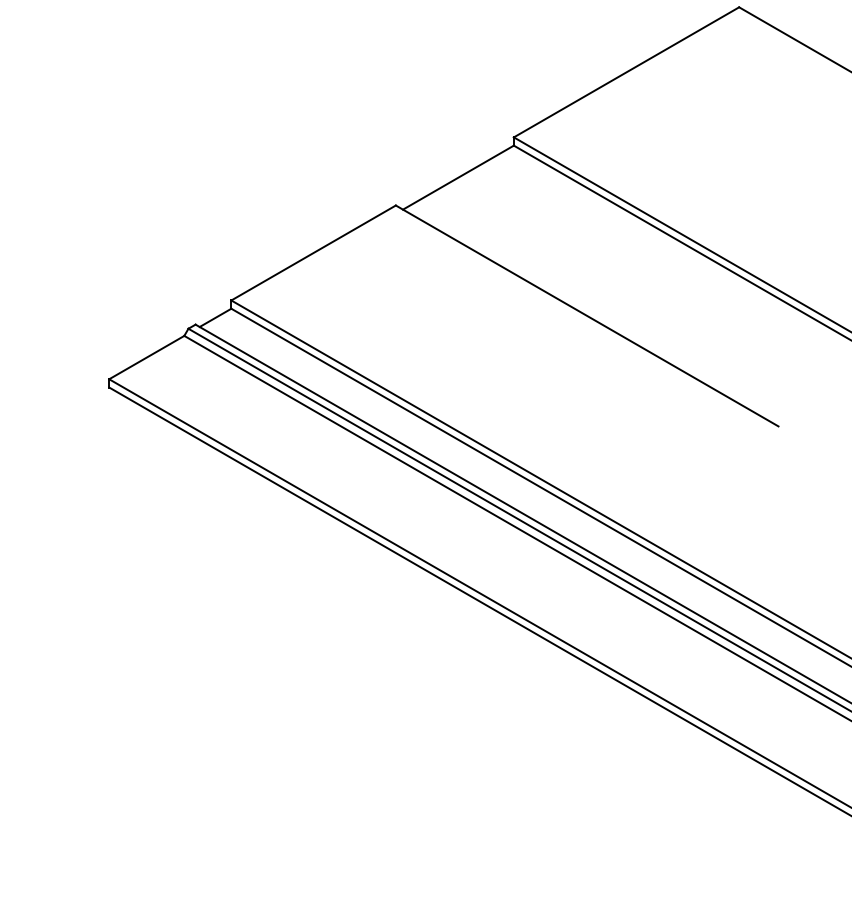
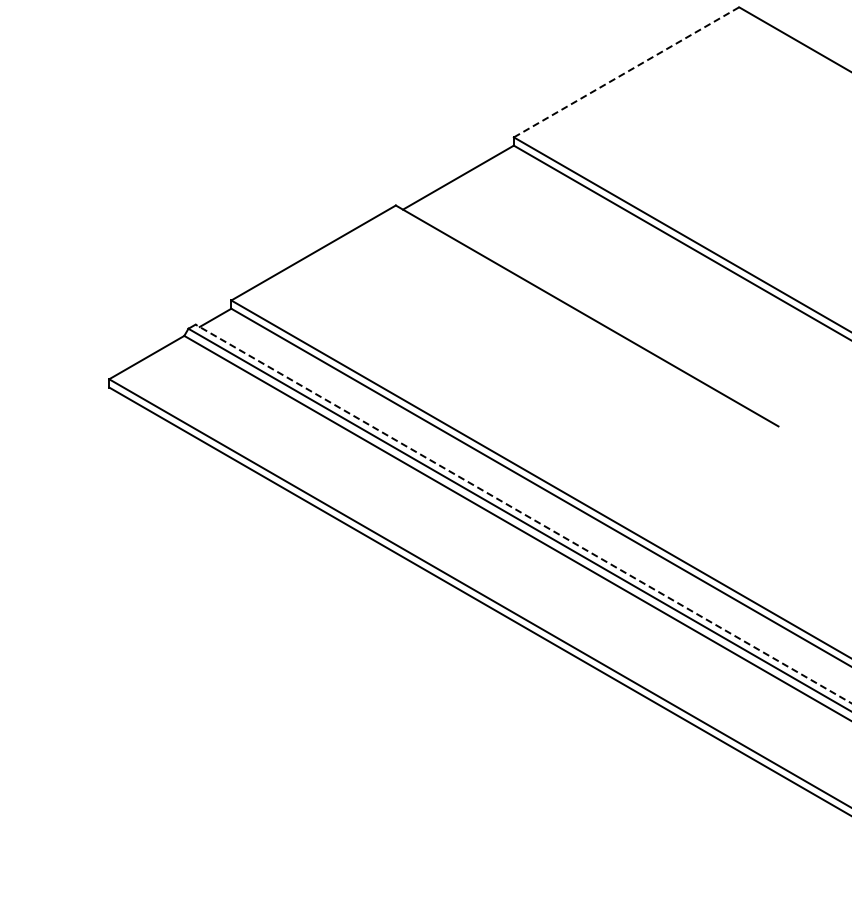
line at (626, 72): solid -> dashed
line at (523, 514): solid -> dashed
